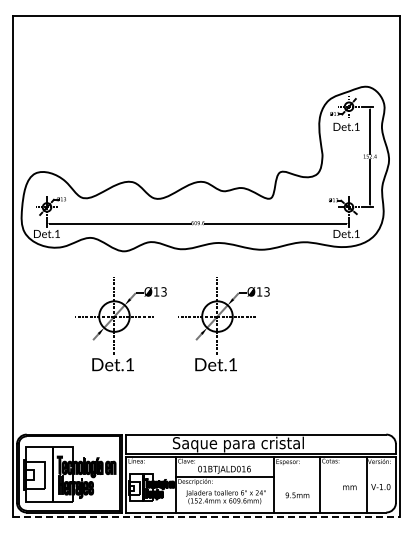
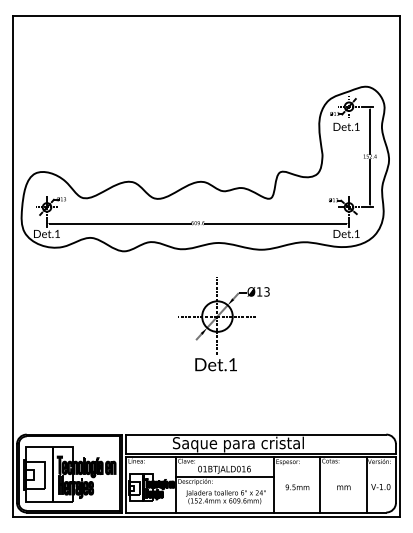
part at (120, 324): present -> none
text at (349, 487) position: (349, 487) -> (343, 487)
text at (297, 495) position: (297, 495) -> (297, 487)
line at (206, 517): dashed -> solid
